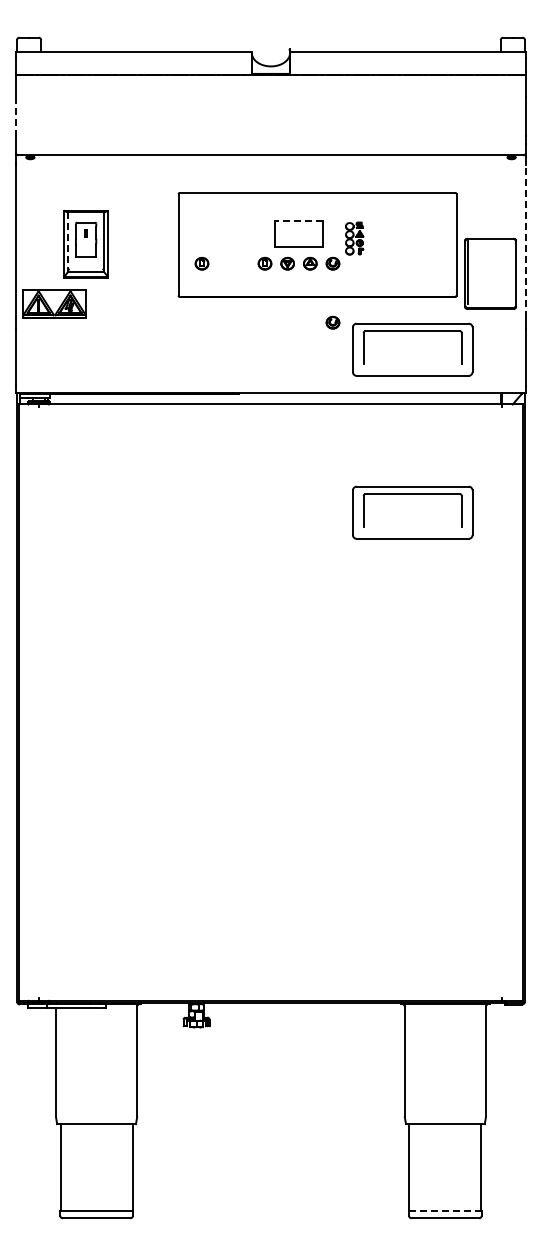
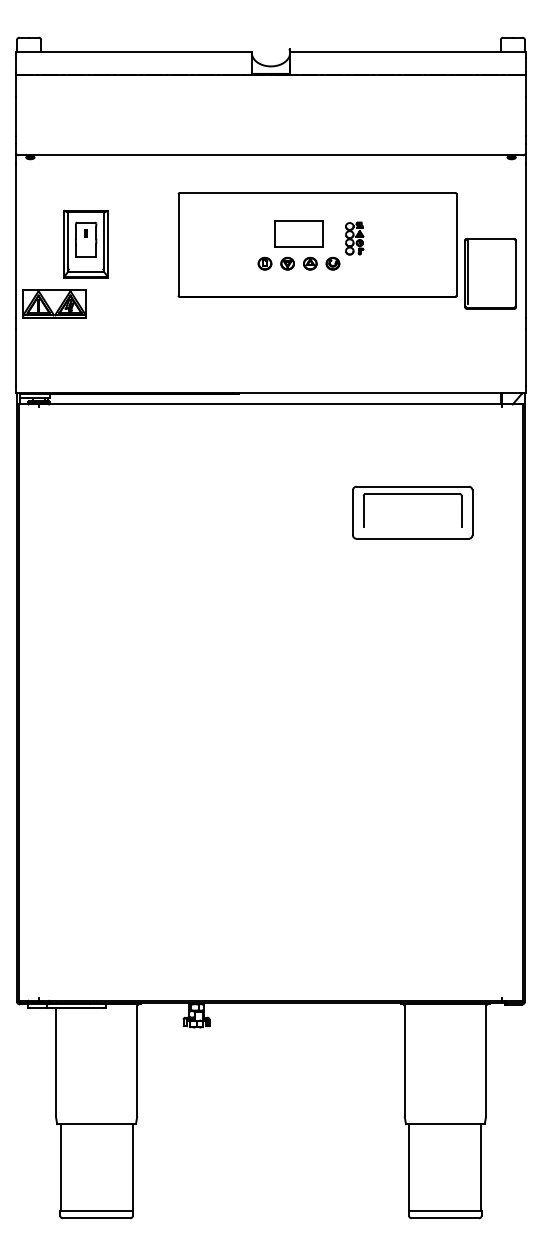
line at (16, 116): dashed -> solid
line at (298, 221): dashed -> solid
line at (525, 240): dashed -> solid
line at (68, 241): dashed -> solid
part at (201, 263): present -> none
part at (332, 322): present -> none
part at (412, 349): present -> none
line at (444, 1210): dashed -> solid
